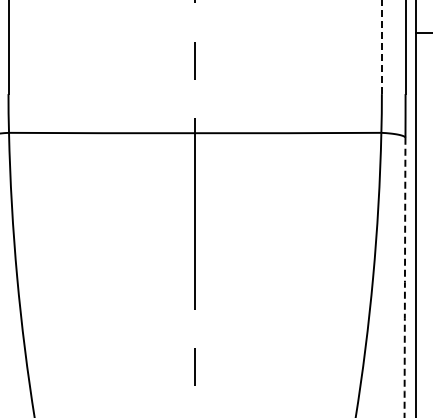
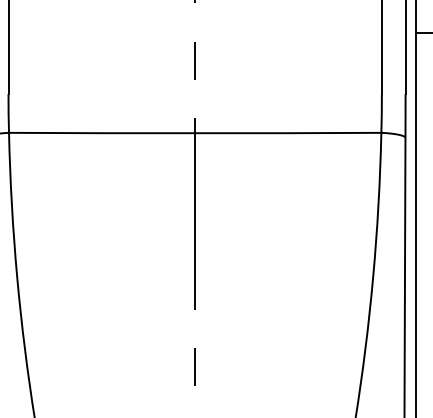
line at (381, 47): dashed -> solid
arc at (404, 278): dashed -> solid
